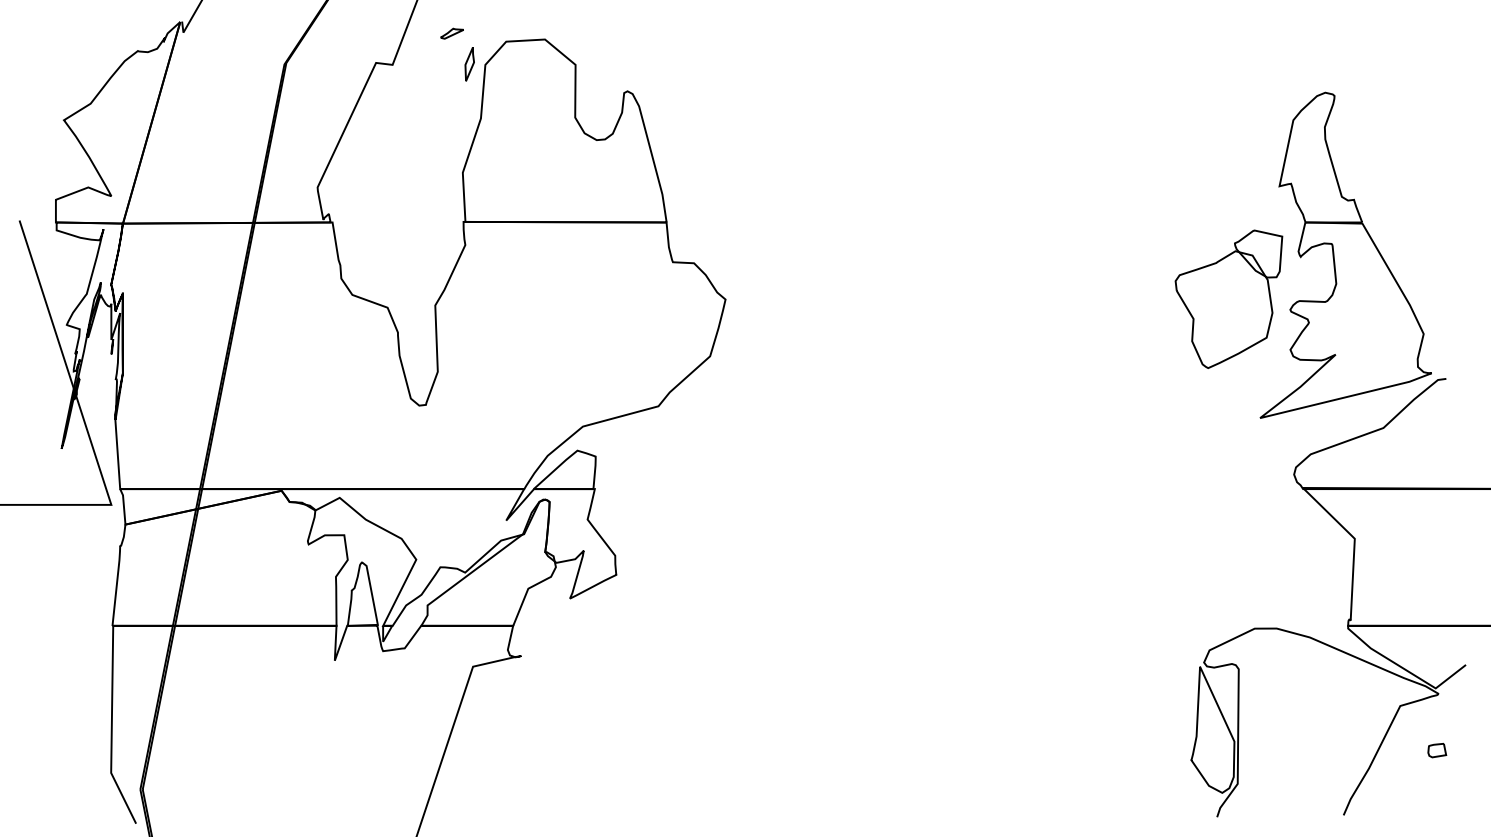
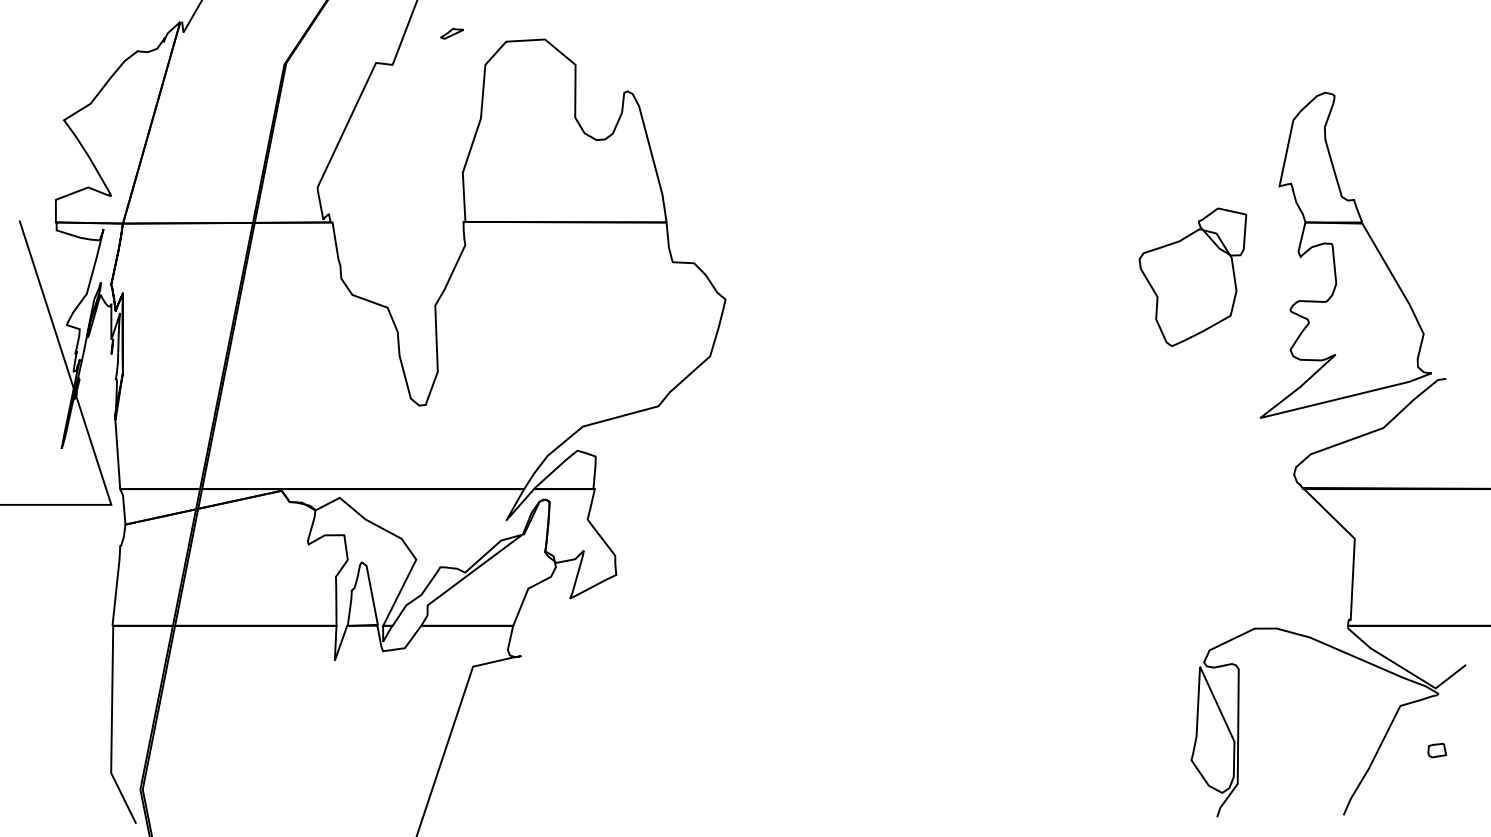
part at (469, 64): present -> none
part at (1228, 298) position: (1228, 298) -> (1192, 276)
